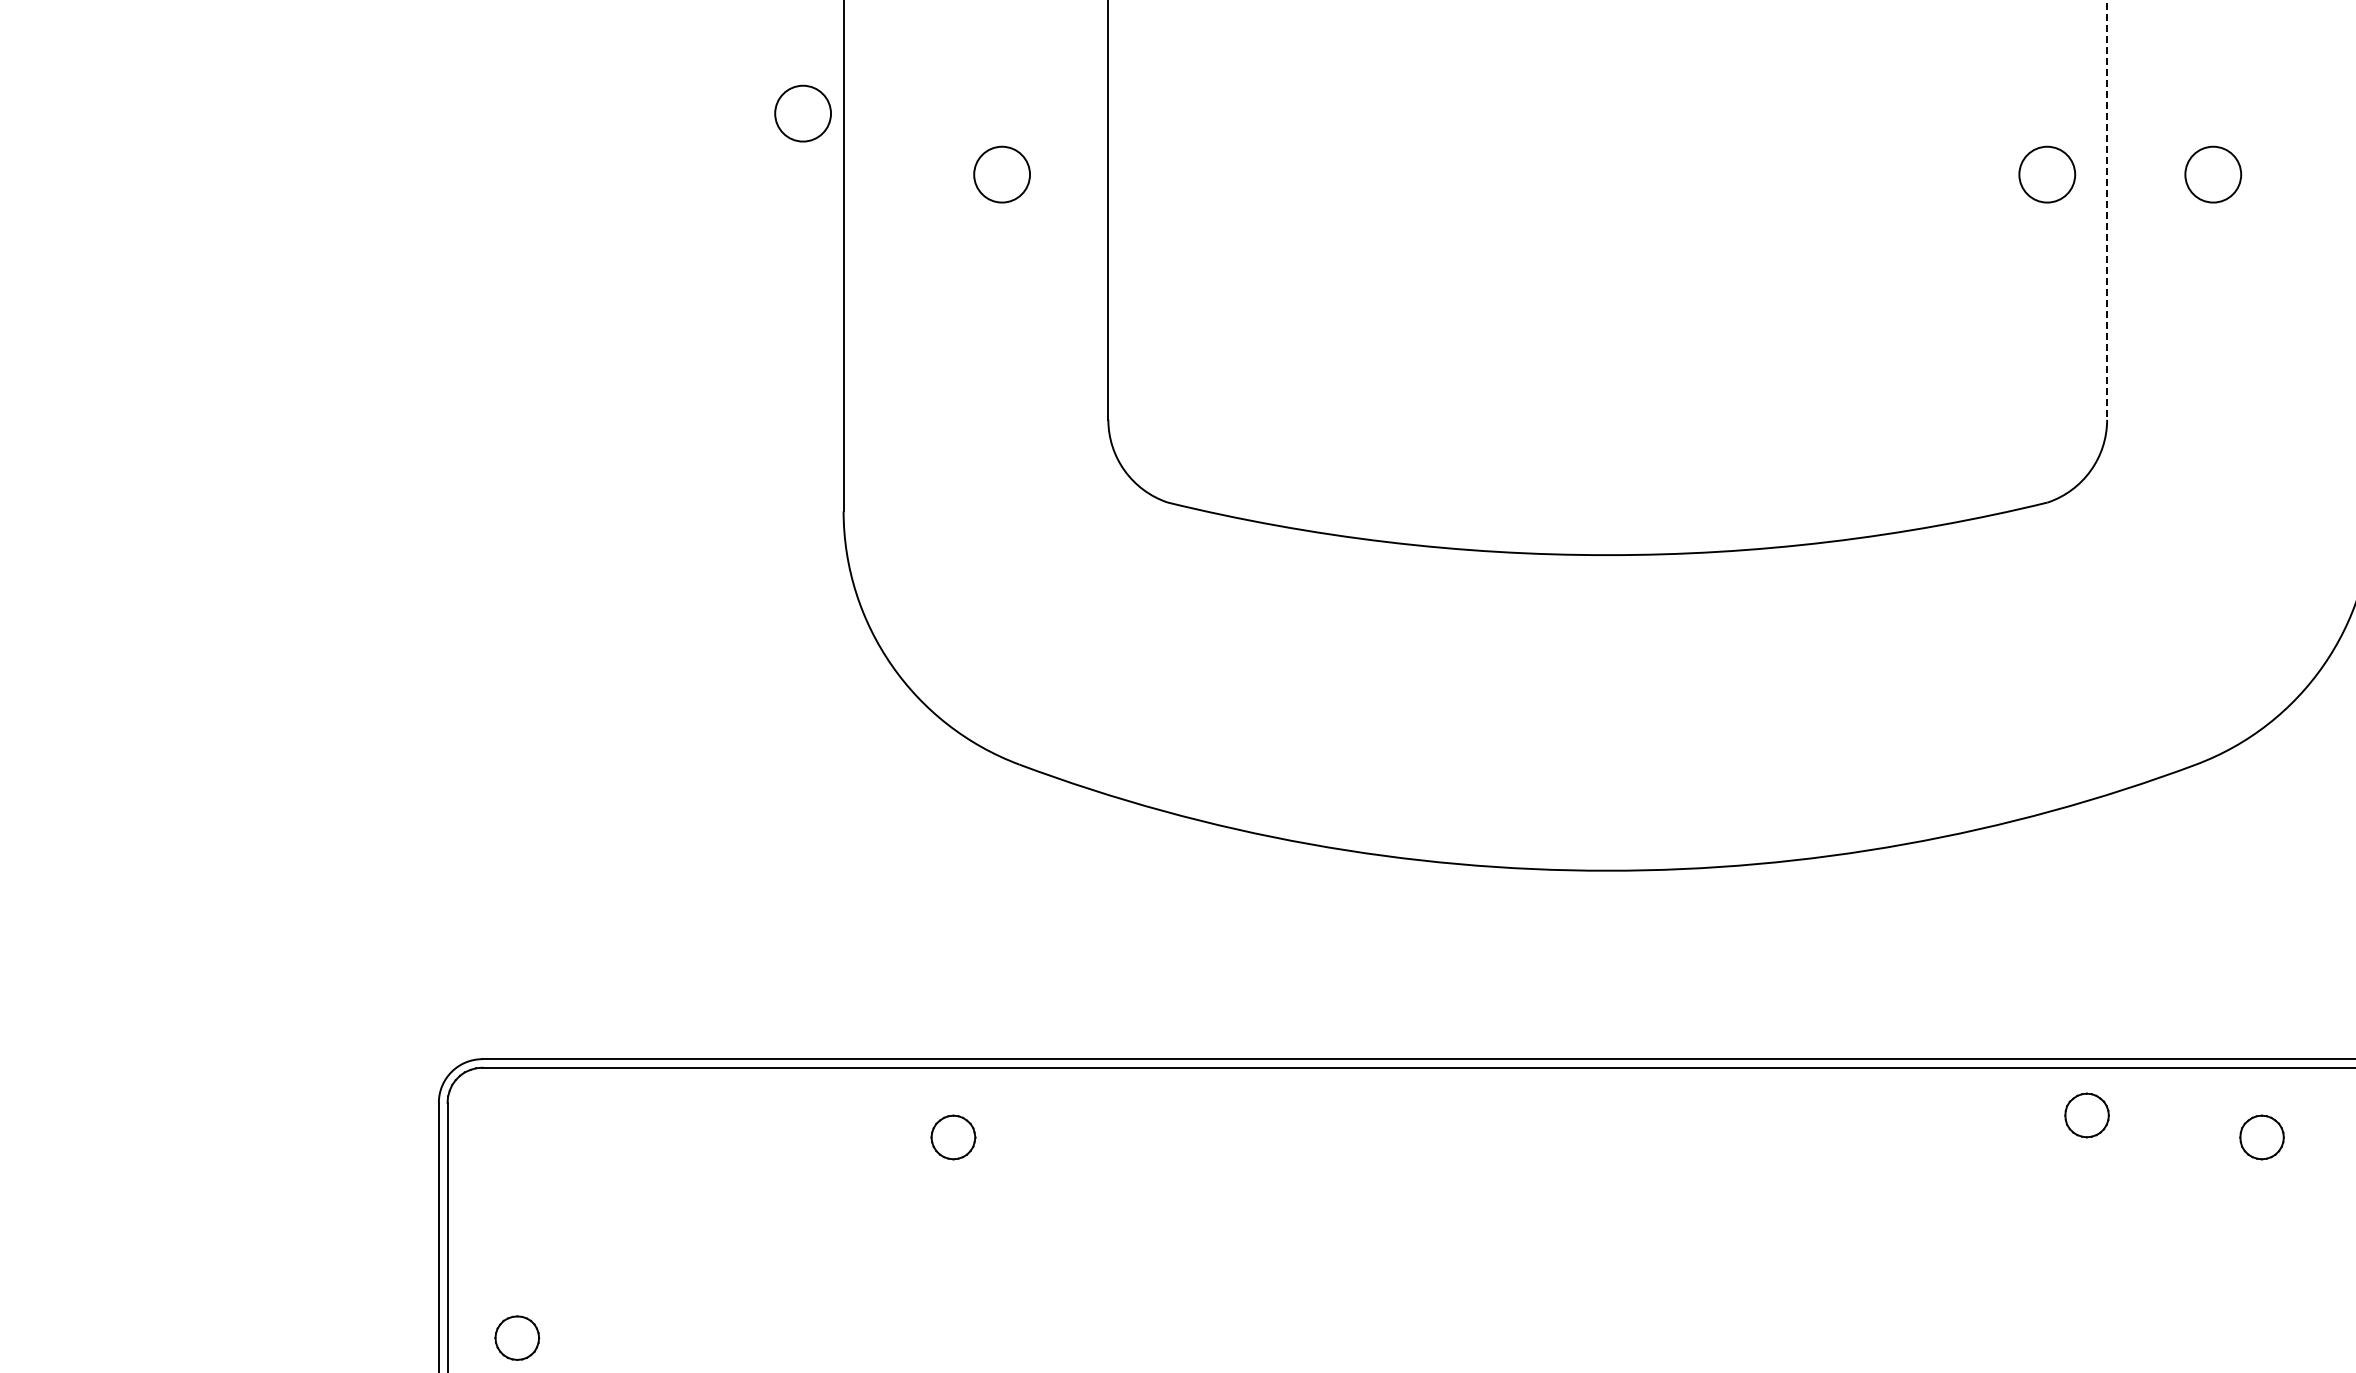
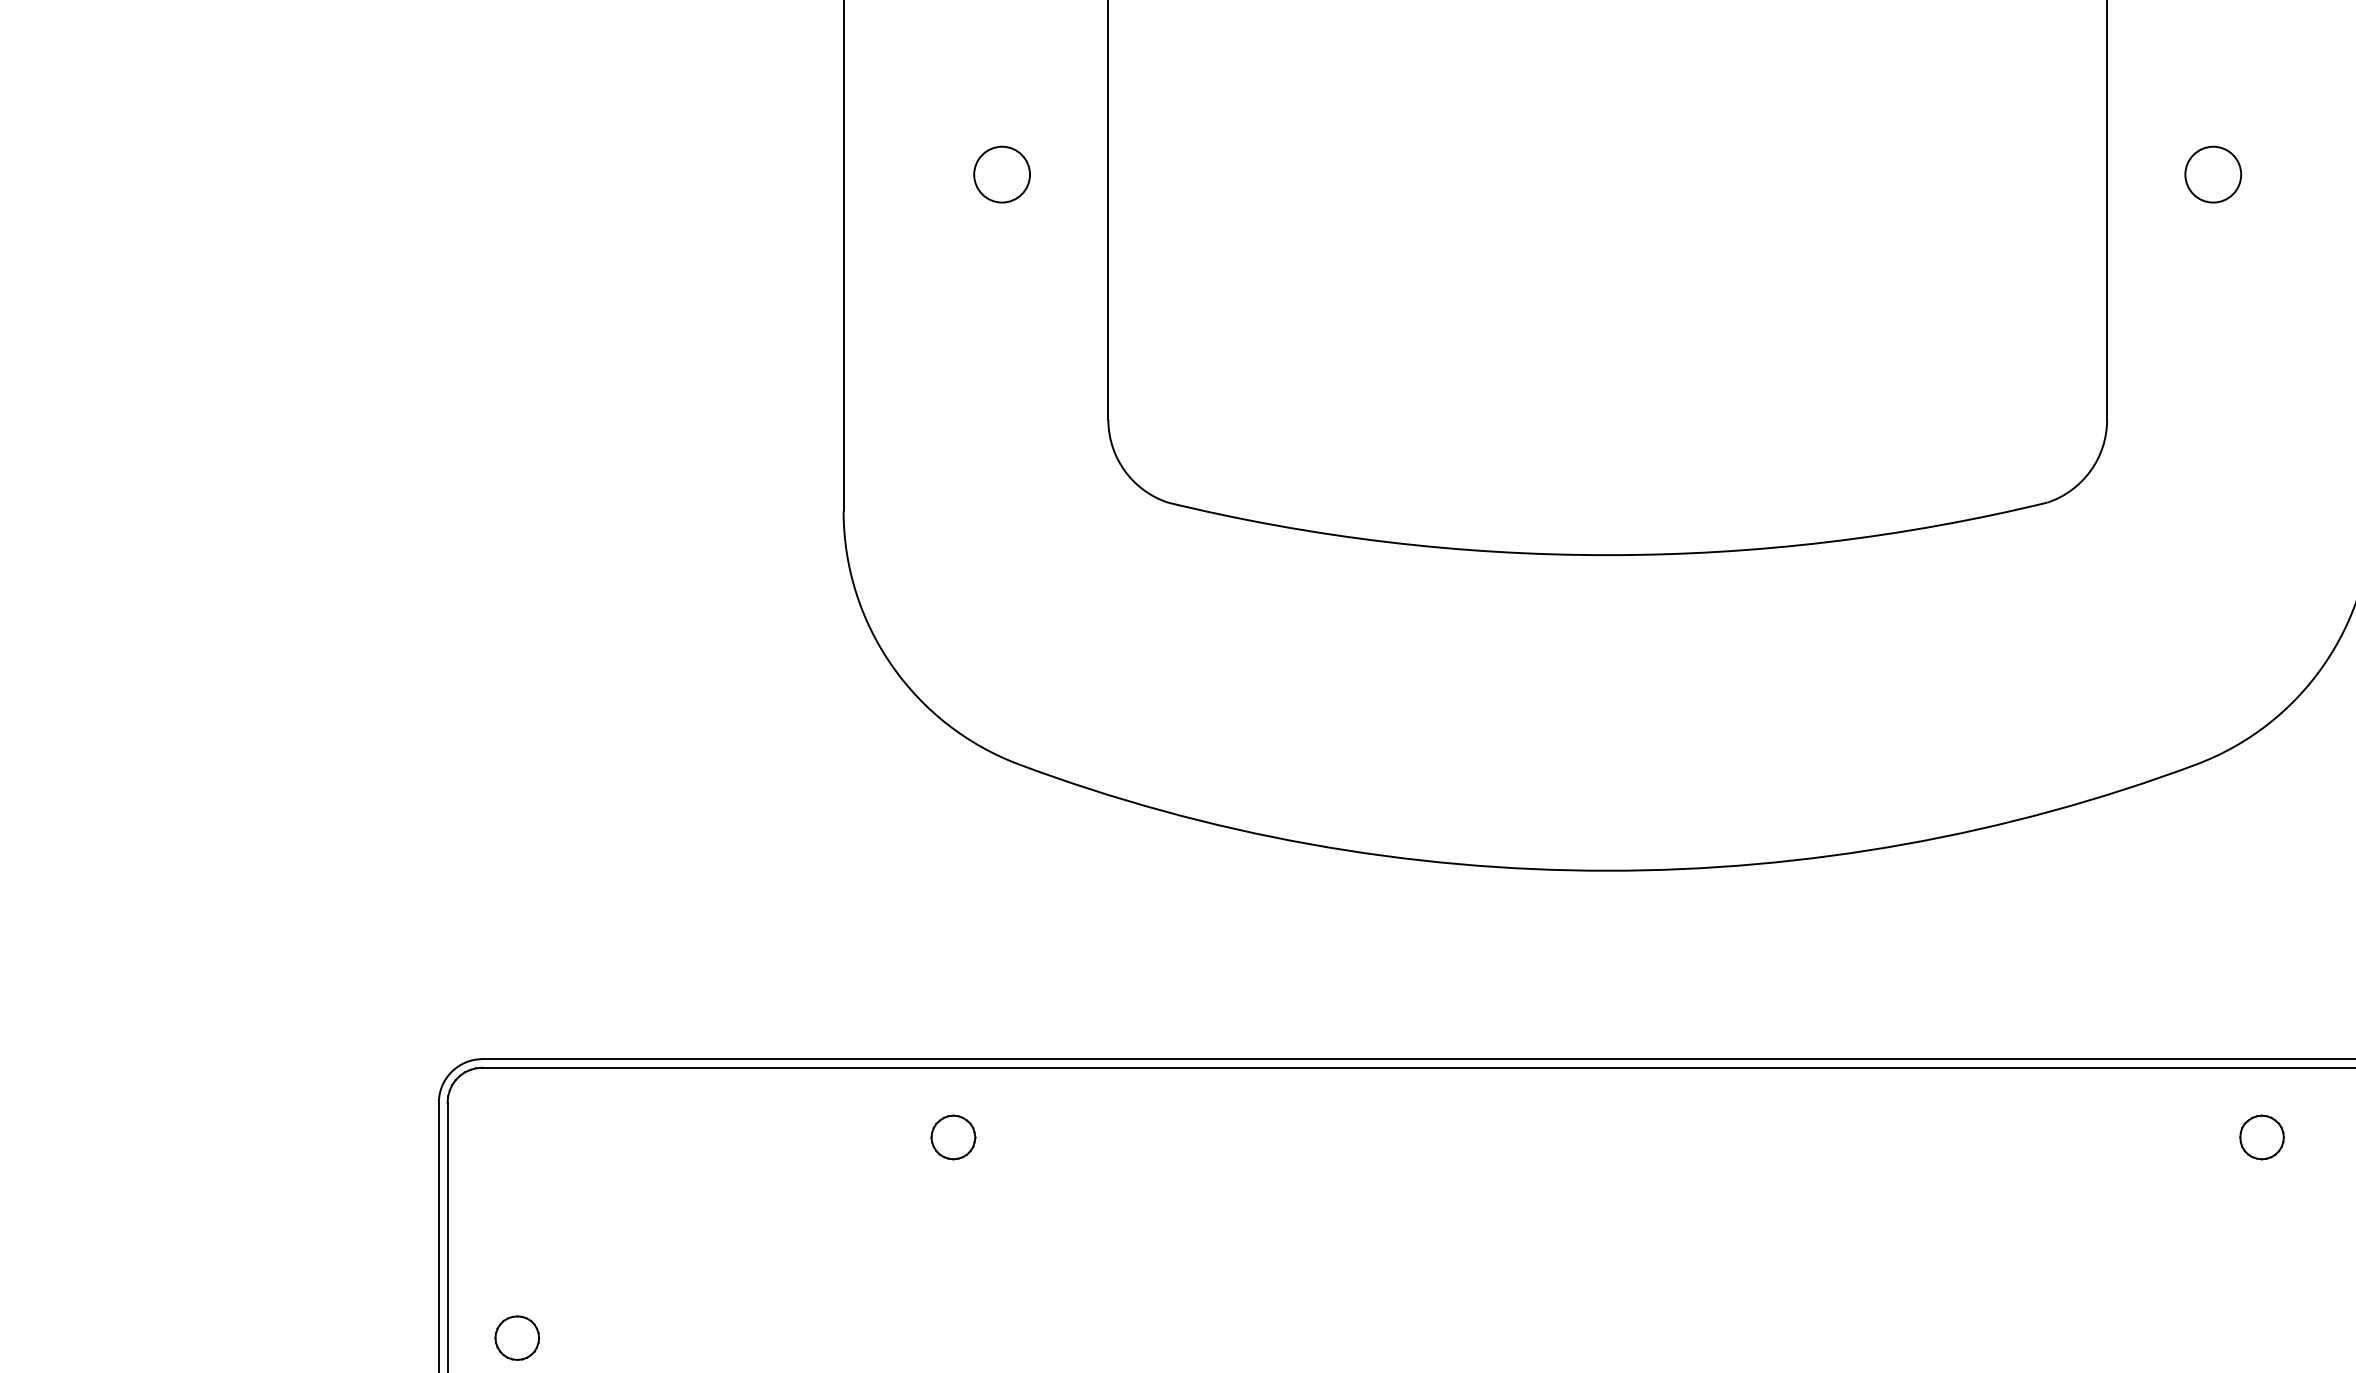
circle at (802, 113): present -> none
circle at (2047, 174): present -> none
line at (2107, 210): dashed -> solid
part at (2086, 1115): present -> none
